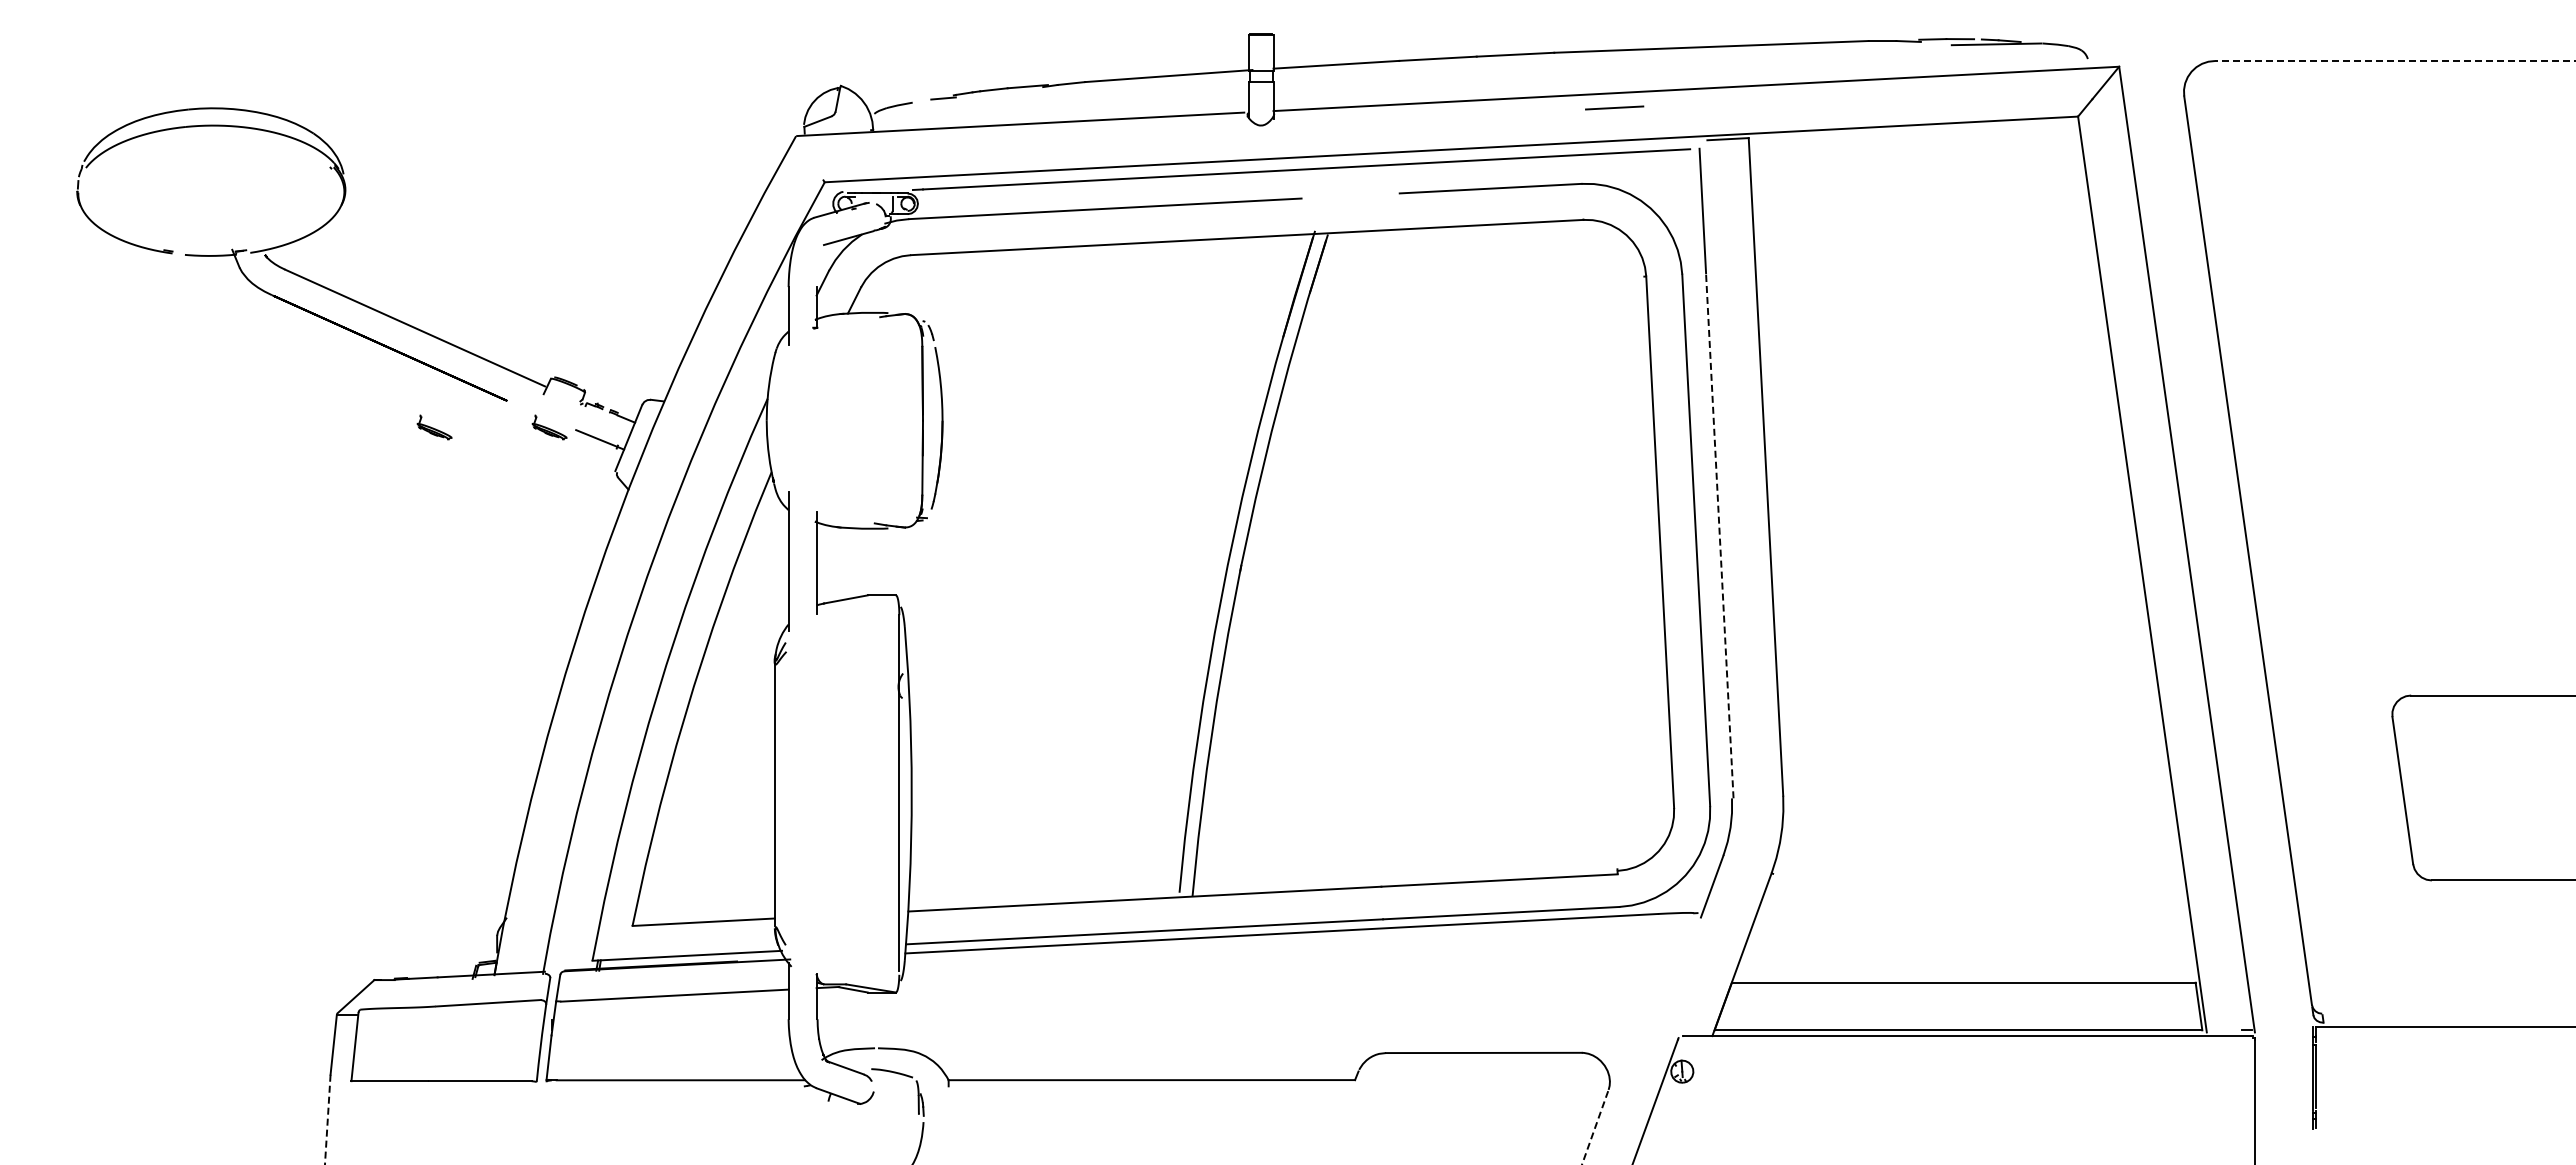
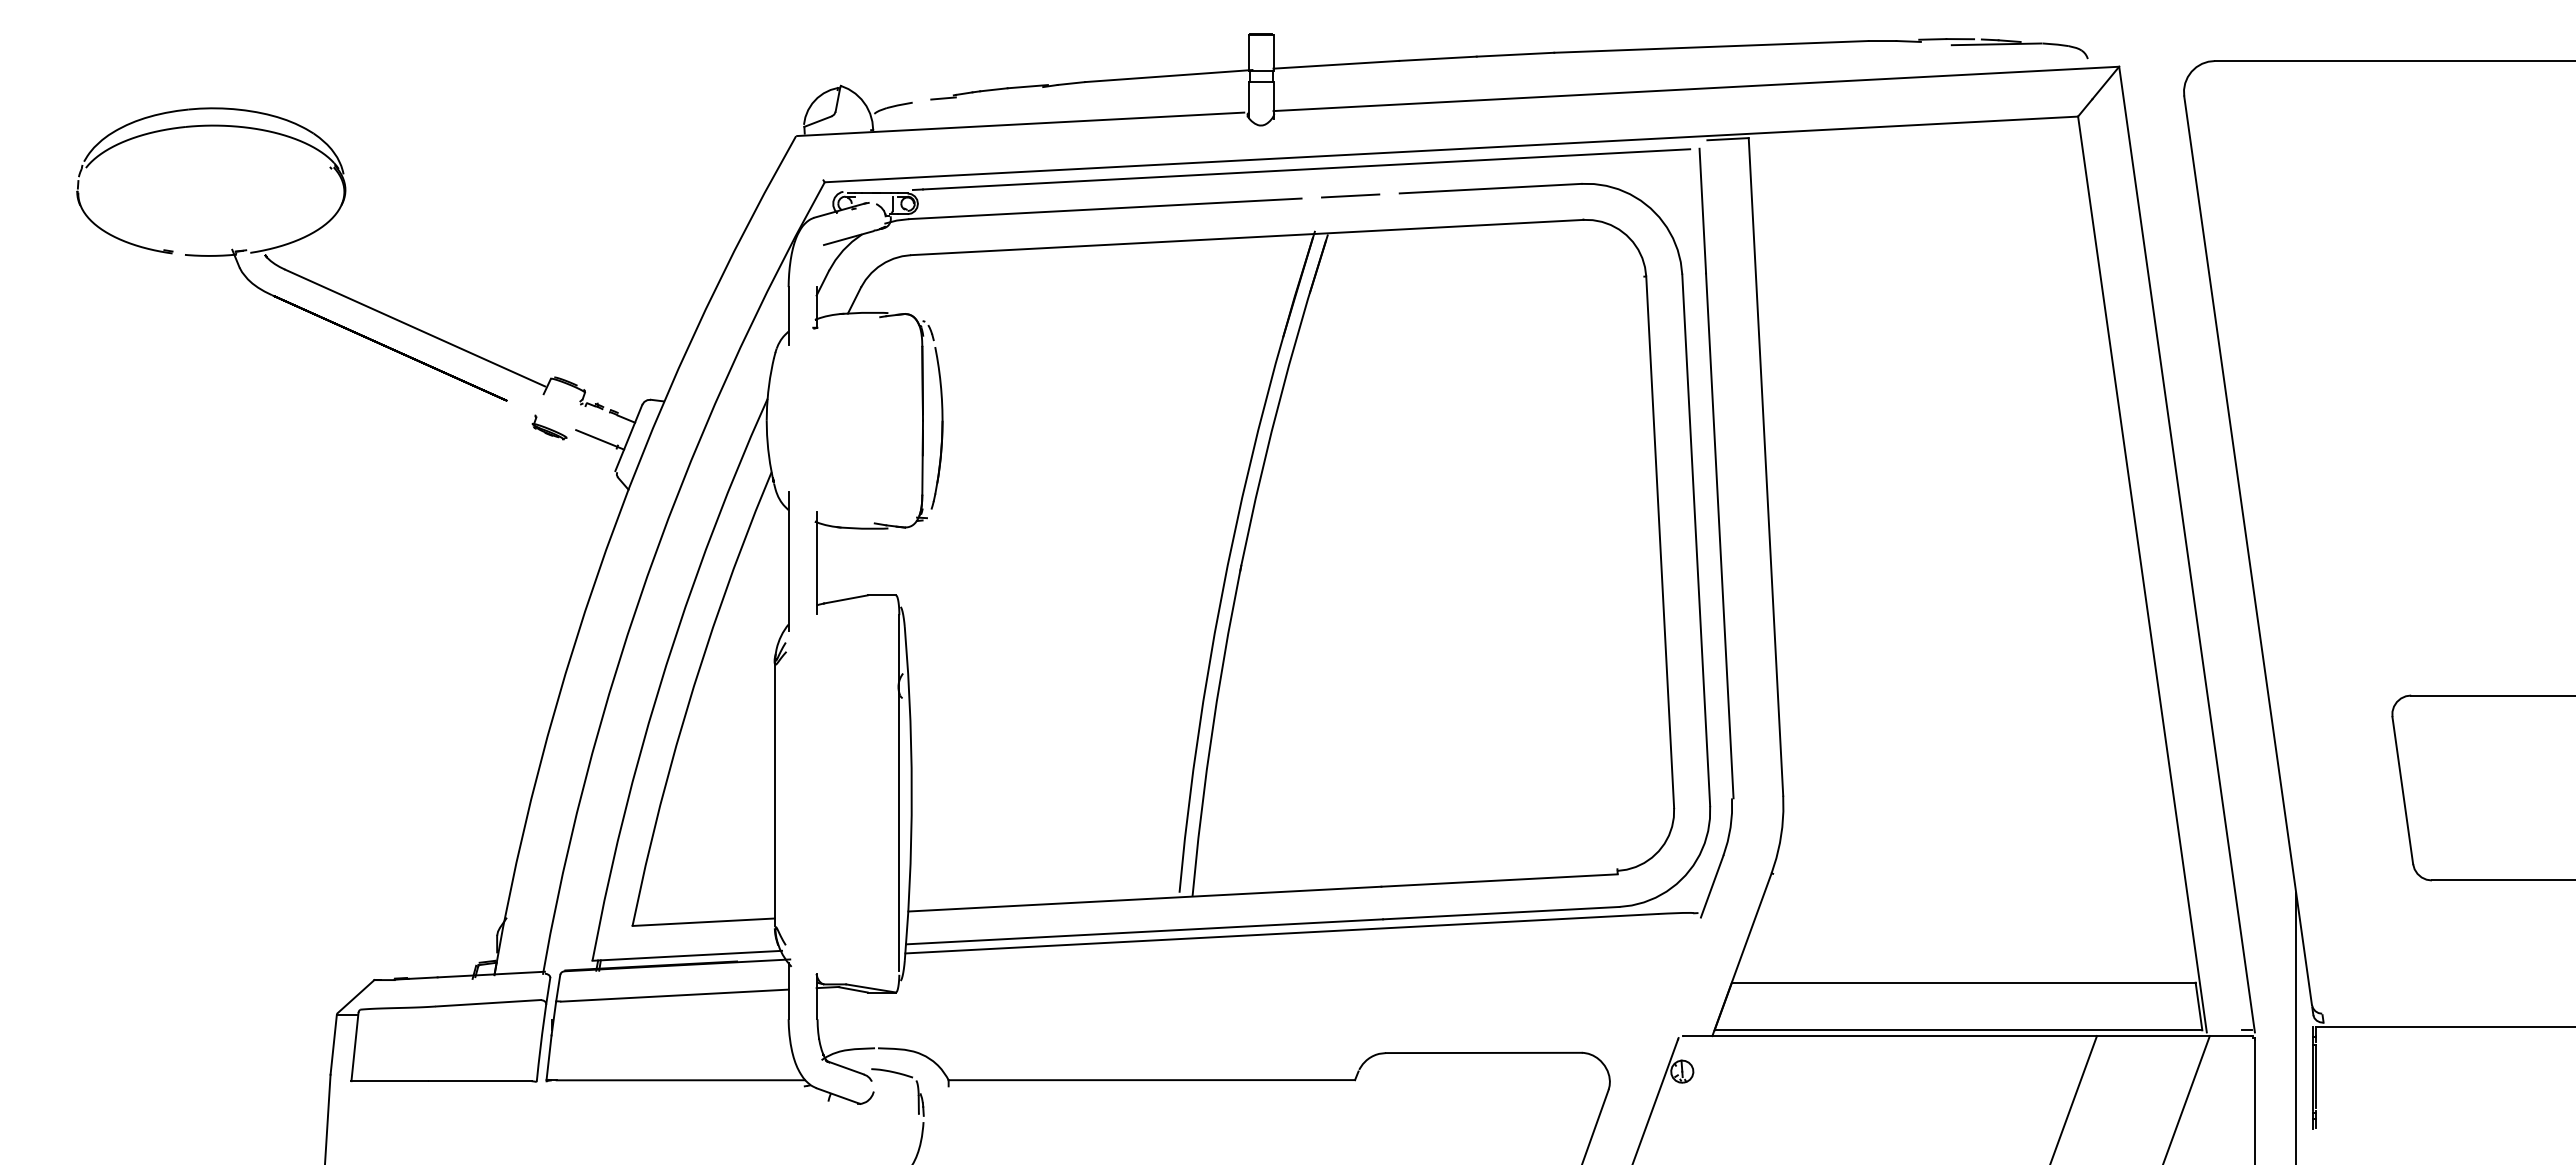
line at (2394, 61): dashed -> solid
line at (1614, 107) position: (1614, 107) -> (1350, 195)
part at (434, 427): present -> none
line at (1719, 535): dashed -> solid
line at (2296, 1026): none -> present
line at (2073, 1098): none -> present
line at (2186, 1098): none -> present
line at (327, 1119): dashed -> solid
line at (1595, 1127): dashed -> solid
